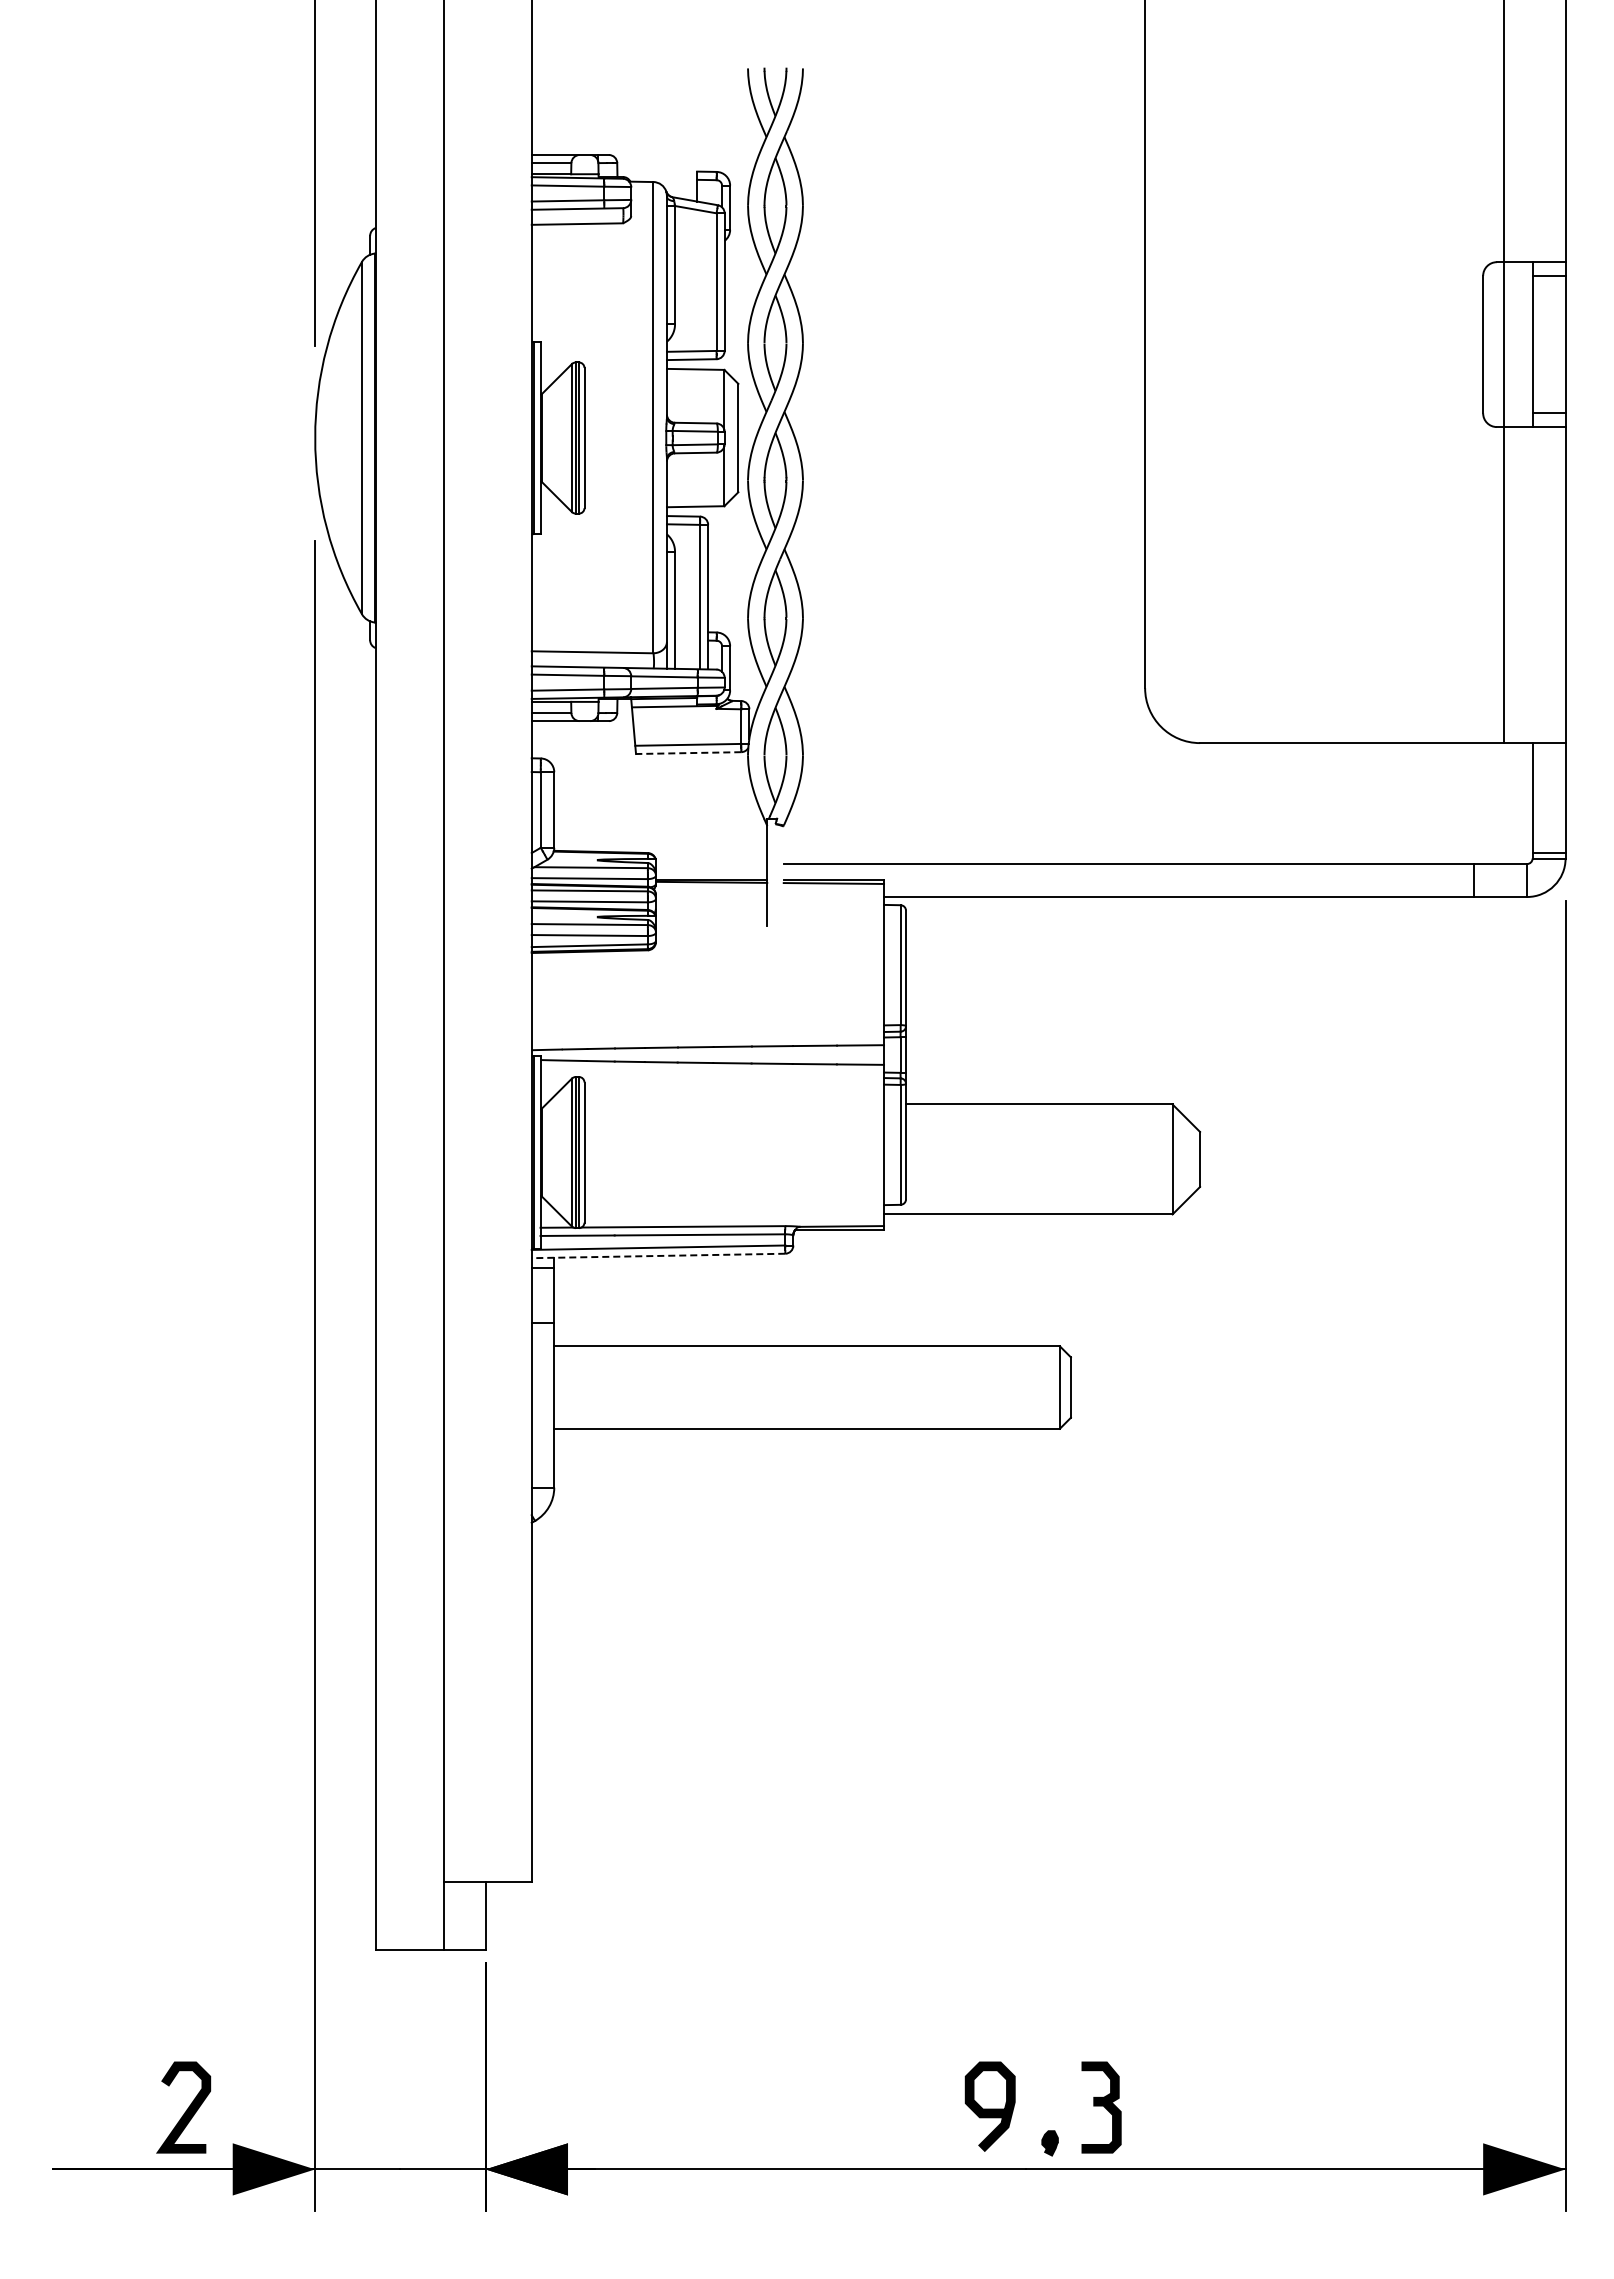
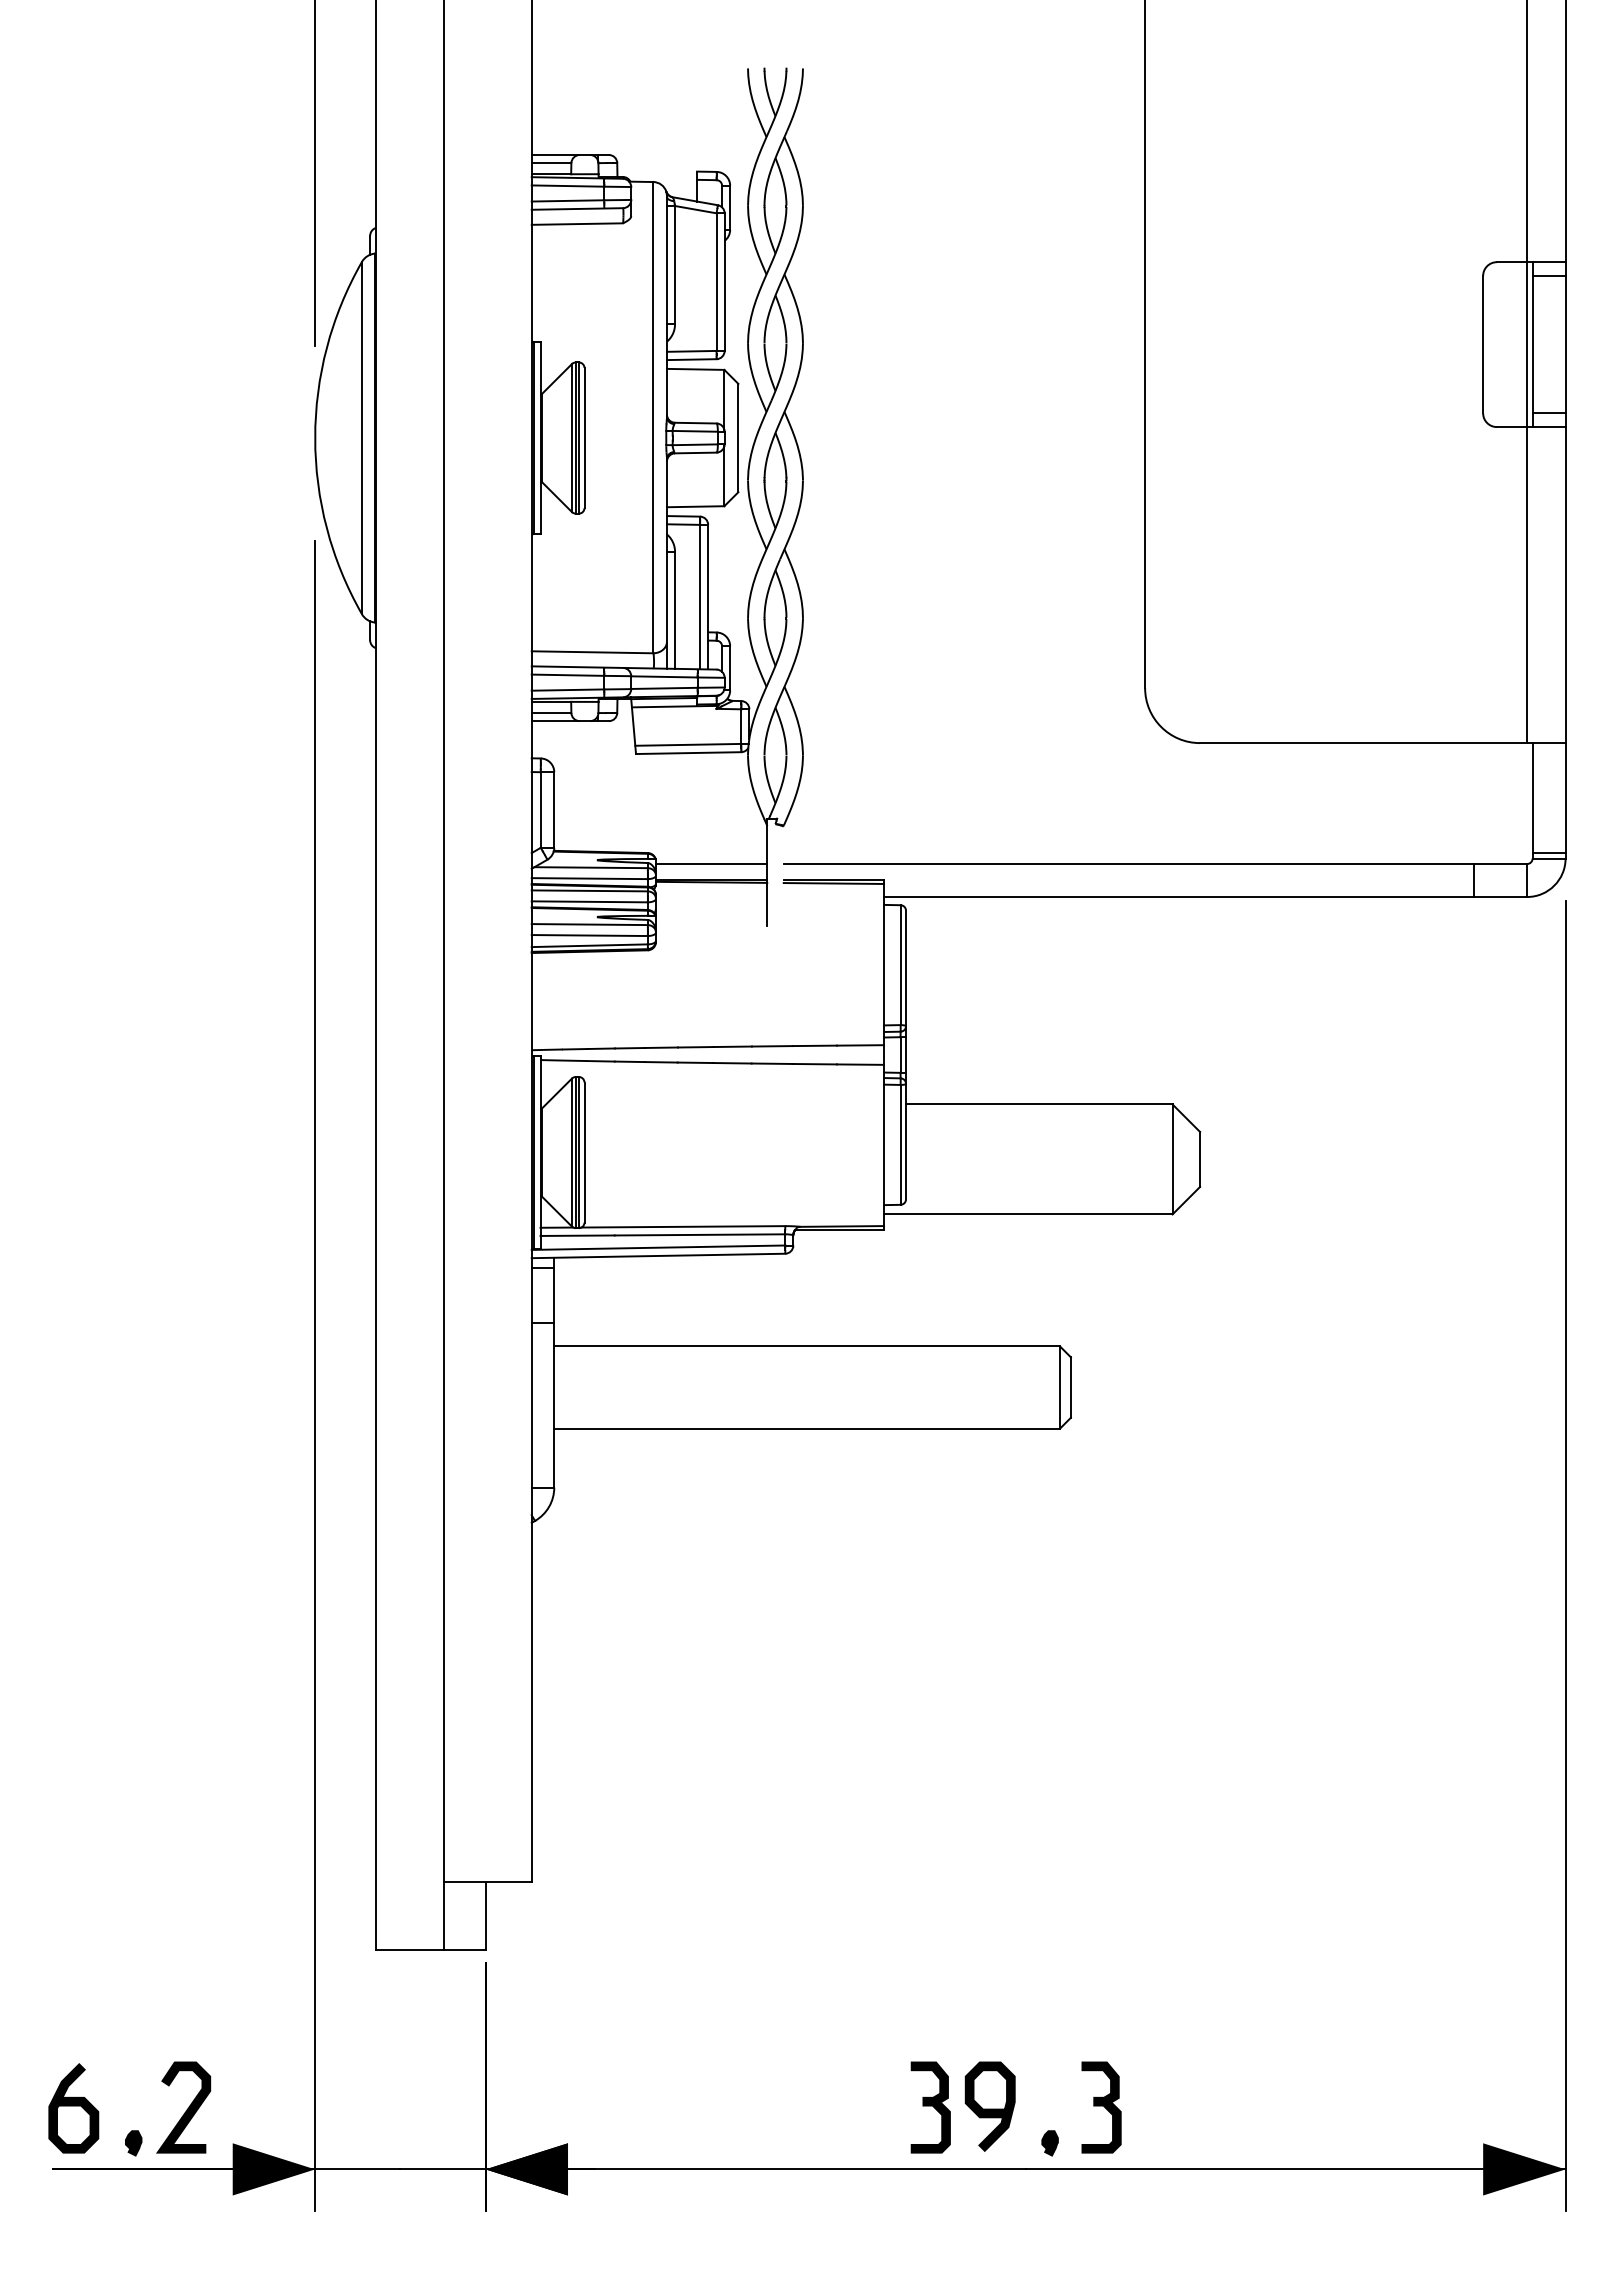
line at (1504, 372) position: (1504, 372) -> (1527, 372)
line at (688, 753): dashed -> solid
line at (711, 864): none -> present
line at (658, 1255): dashed -> solid
curve at (73, 2106): none -> present
part at (930, 2107): none -> present
part at (133, 2143): none -> present
